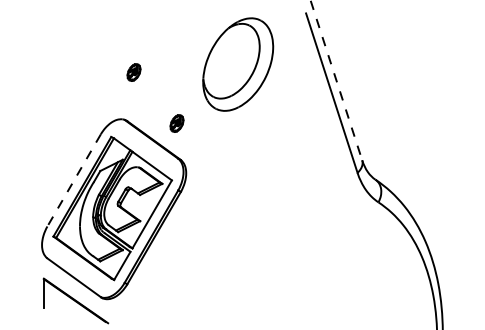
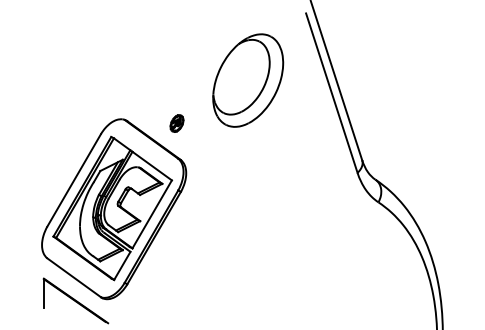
part at (238, 64) position: (238, 64) -> (248, 80)
part at (133, 72): present -> none
line at (336, 80): dashed -> solid
line at (73, 180): dashed -> solid
